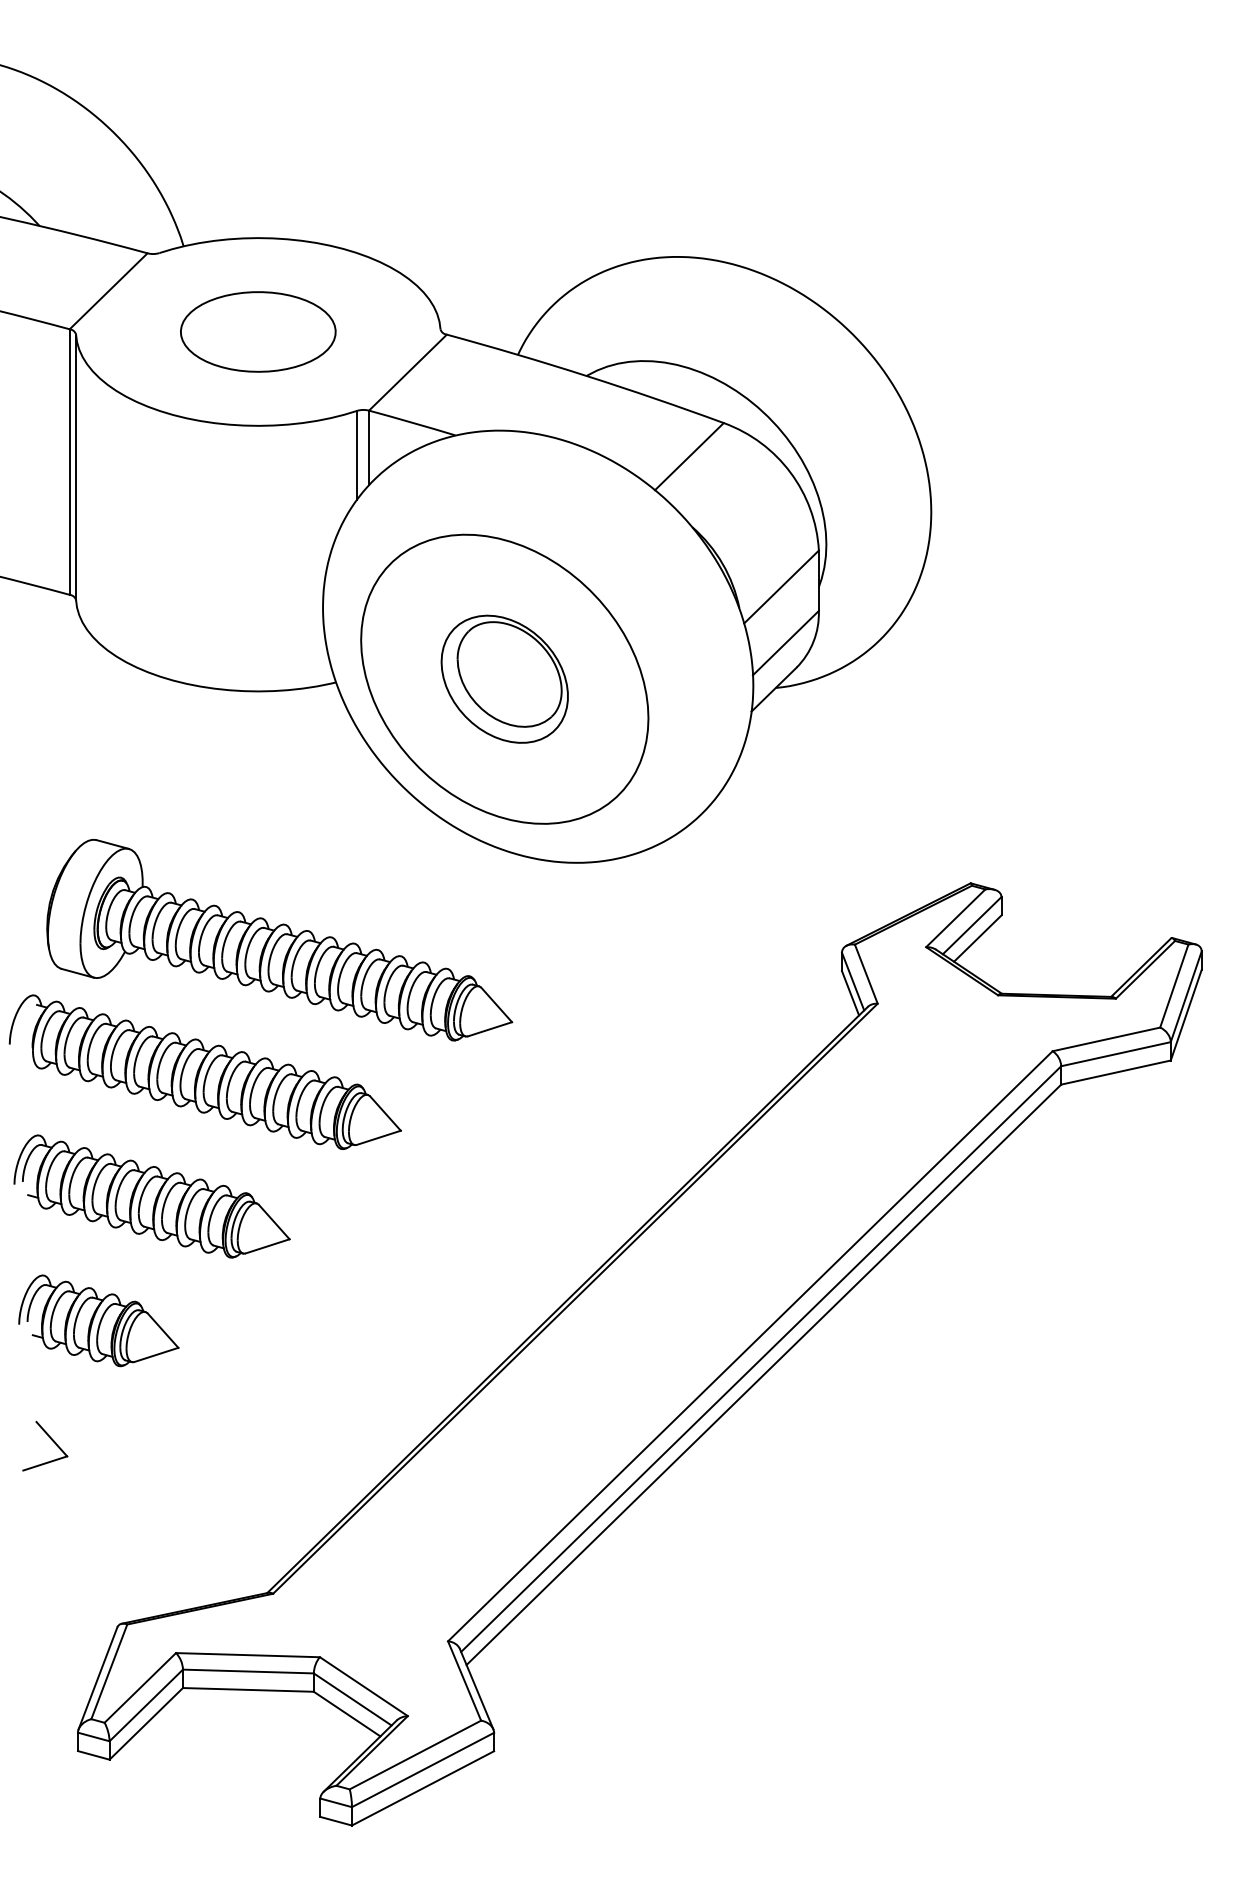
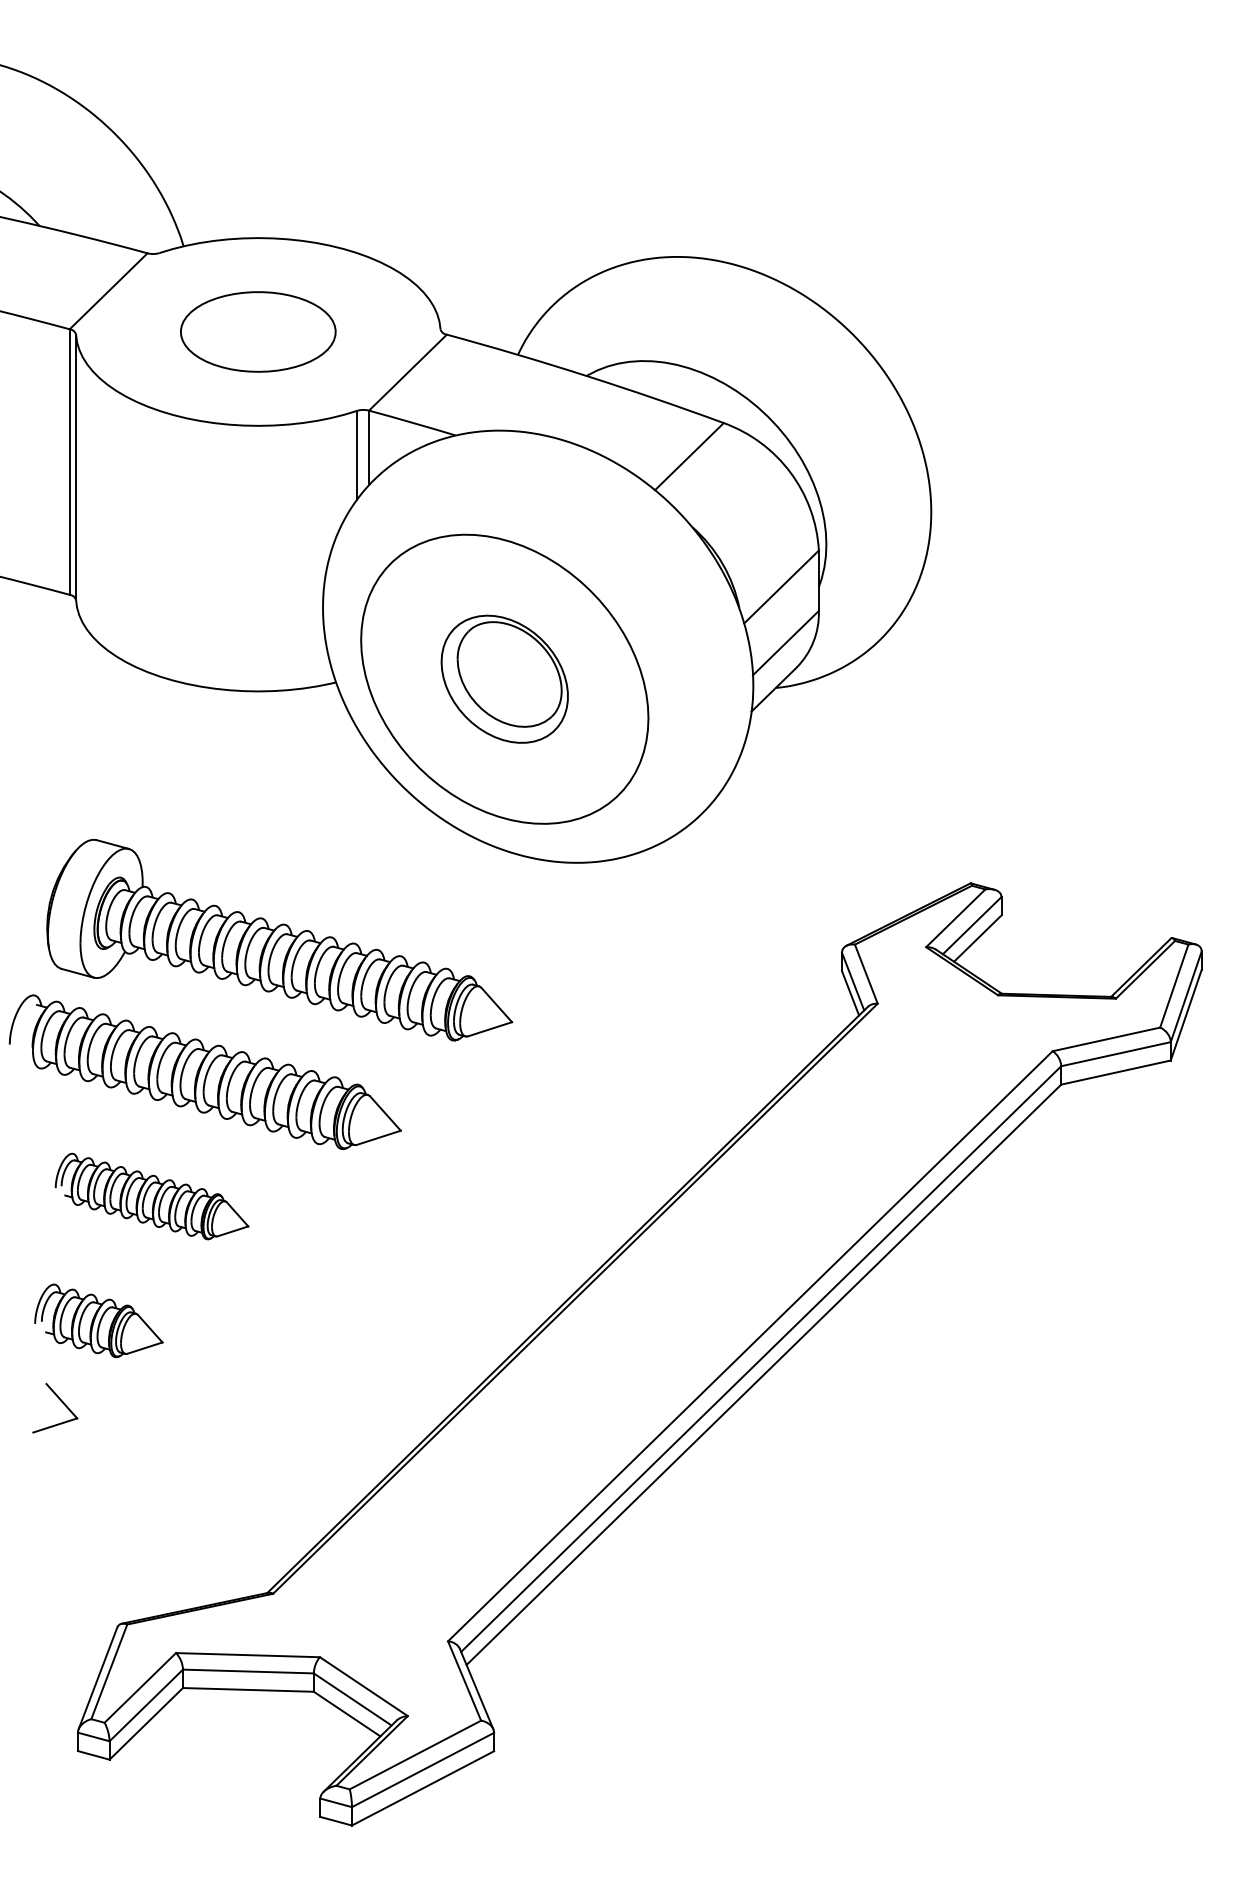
part at (151, 1196) size: 278x125 px -> 196x89 px
part at (98, 1320) size: 162x94 px -> 130x76 px
part at (51, 1440) position: (51, 1440) -> (61, 1402)
